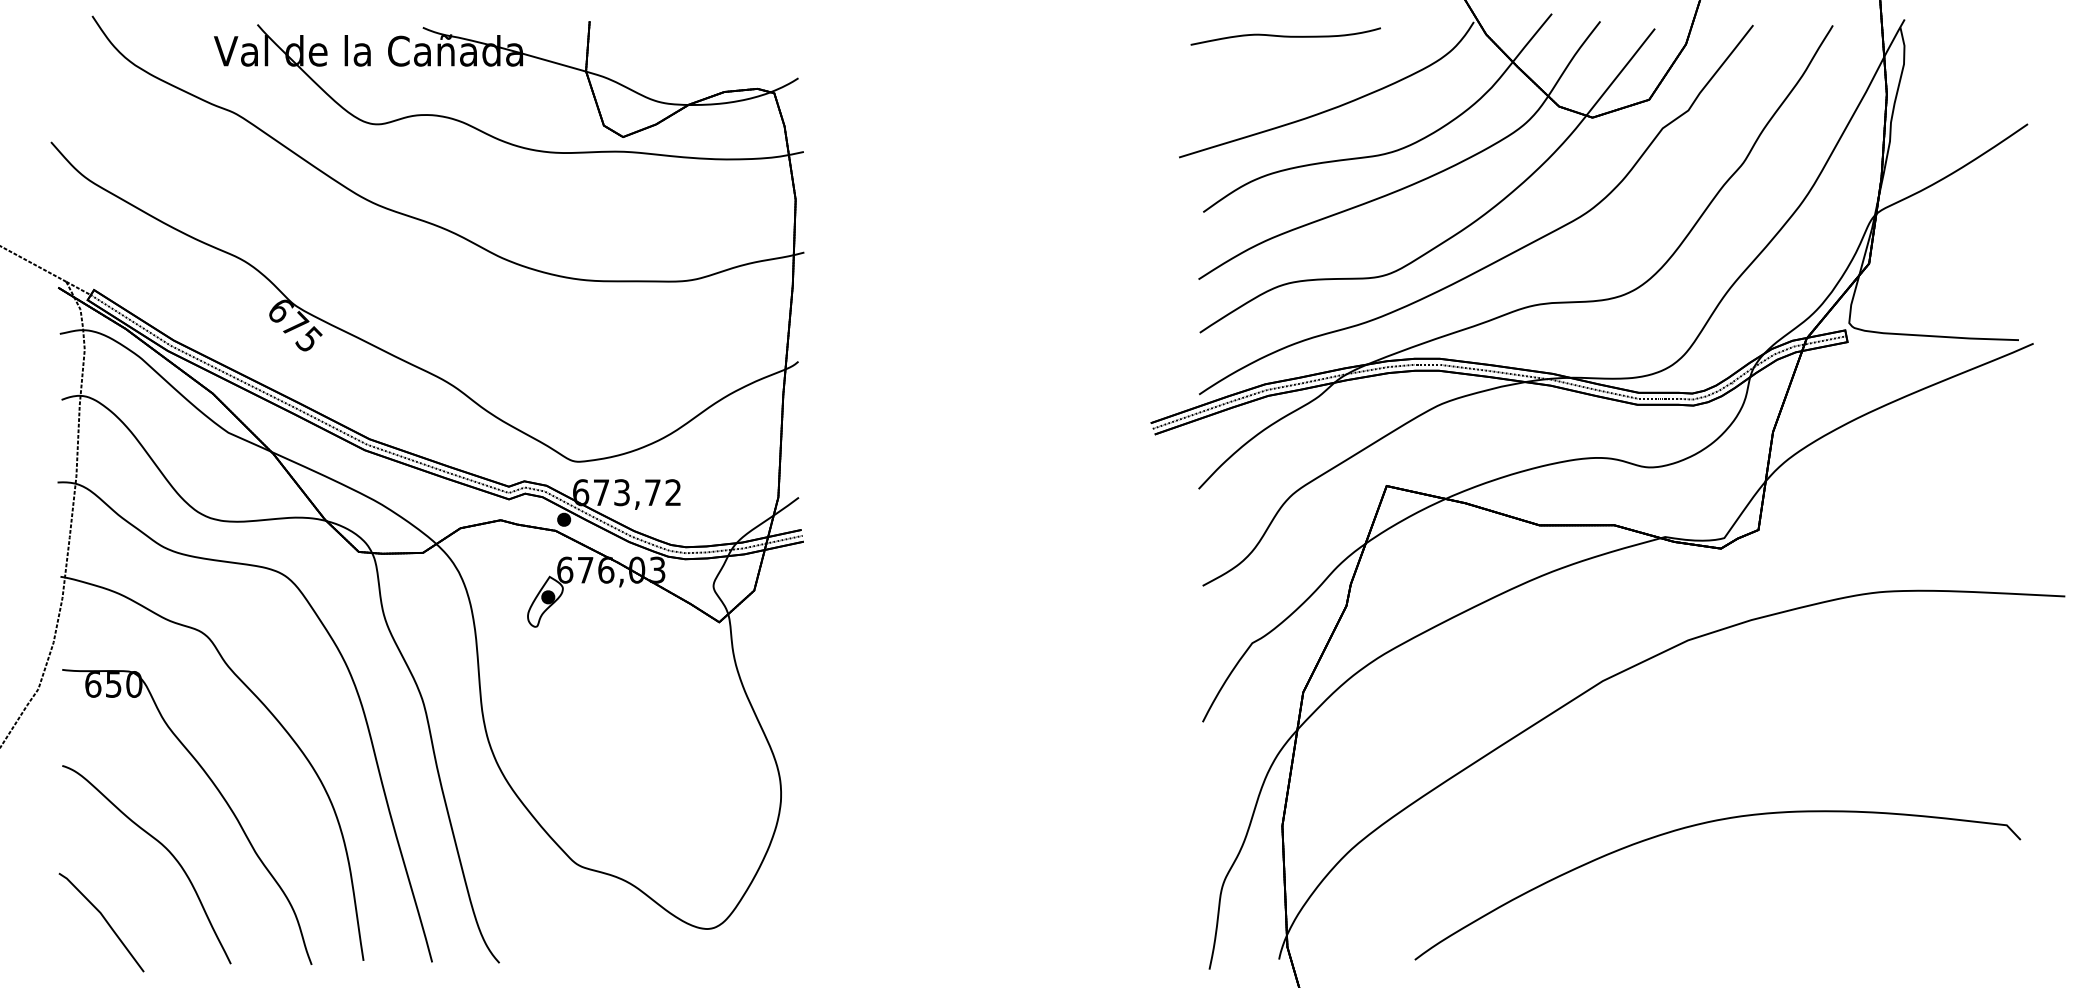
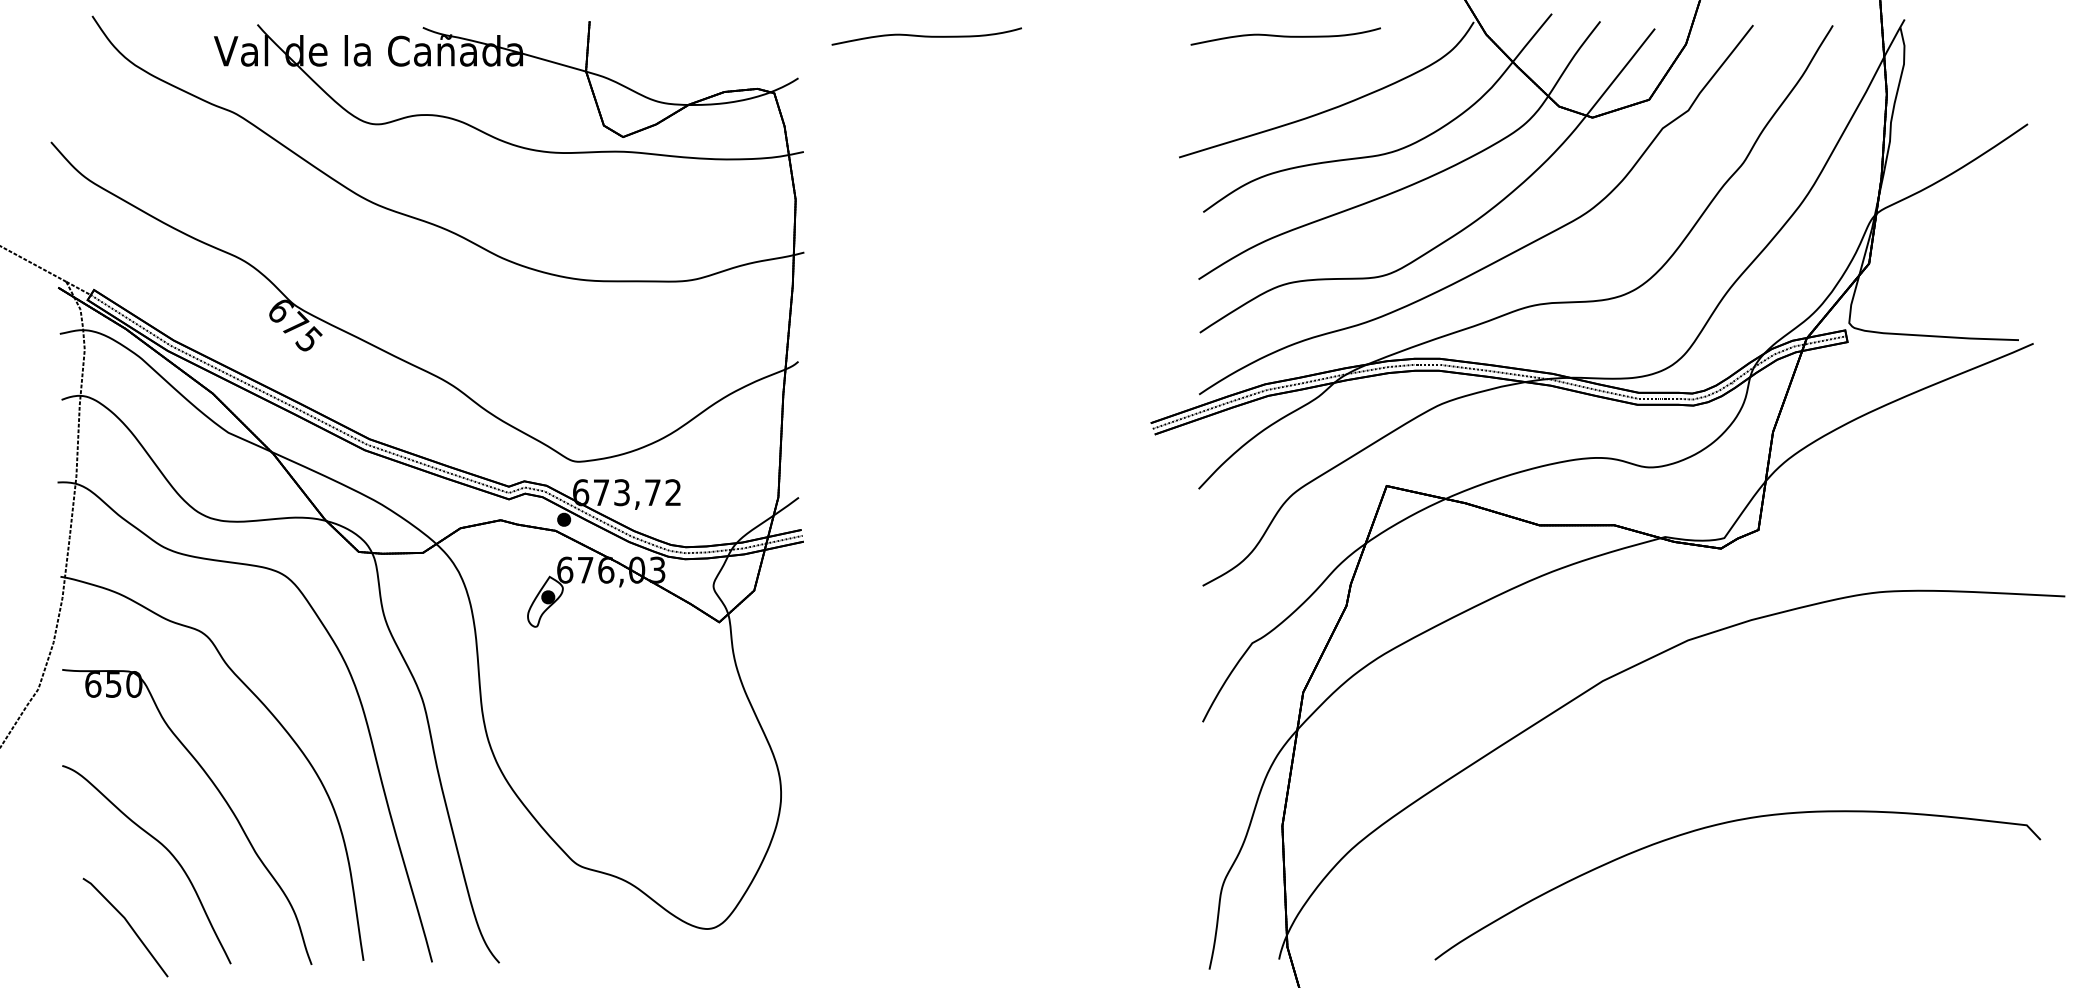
part at (926, 36): none -> present
part at (1703, 824) position: (1703, 824) -> (1723, 824)
part at (101, 922) position: (101, 922) -> (125, 927)
